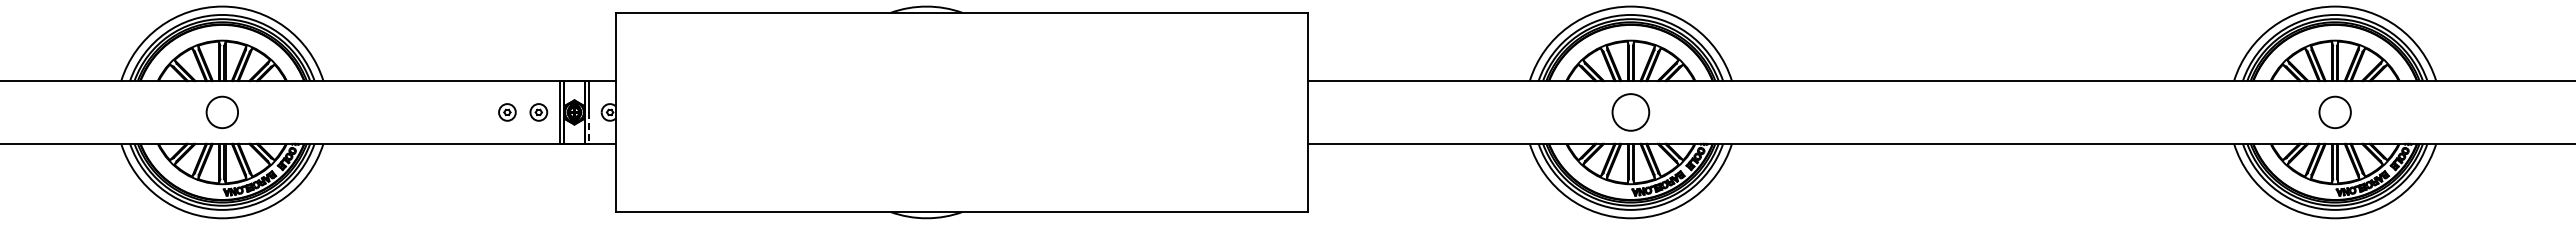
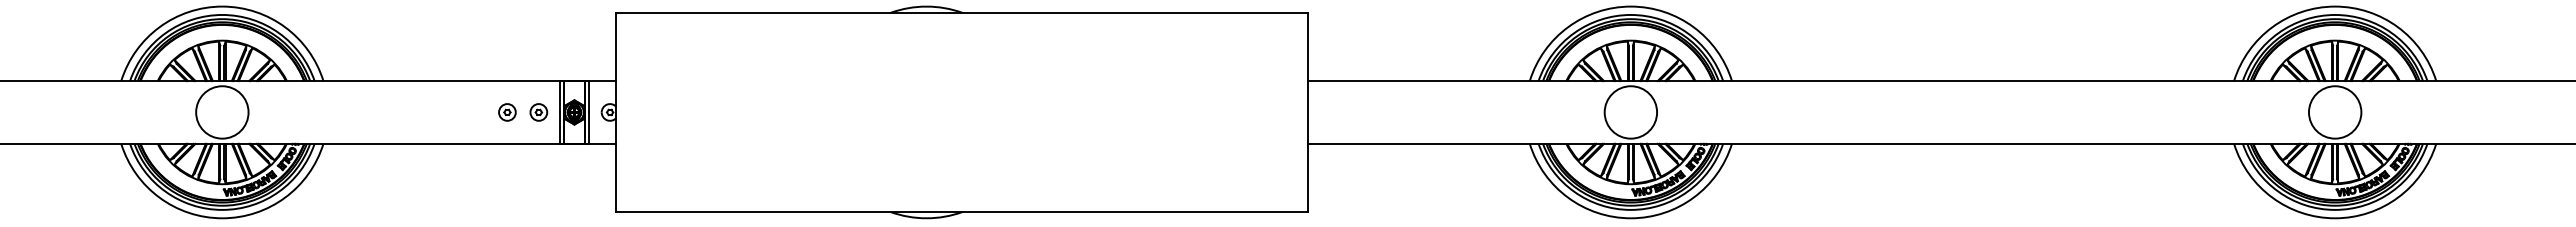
circle at (222, 112) diameter: 31 px -> 52 px
circle at (1630, 112) diameter: 37 px -> 52 px
circle at (2334, 112) diameter: 31 px -> 52 px
line at (589, 128): dashed -> solid
